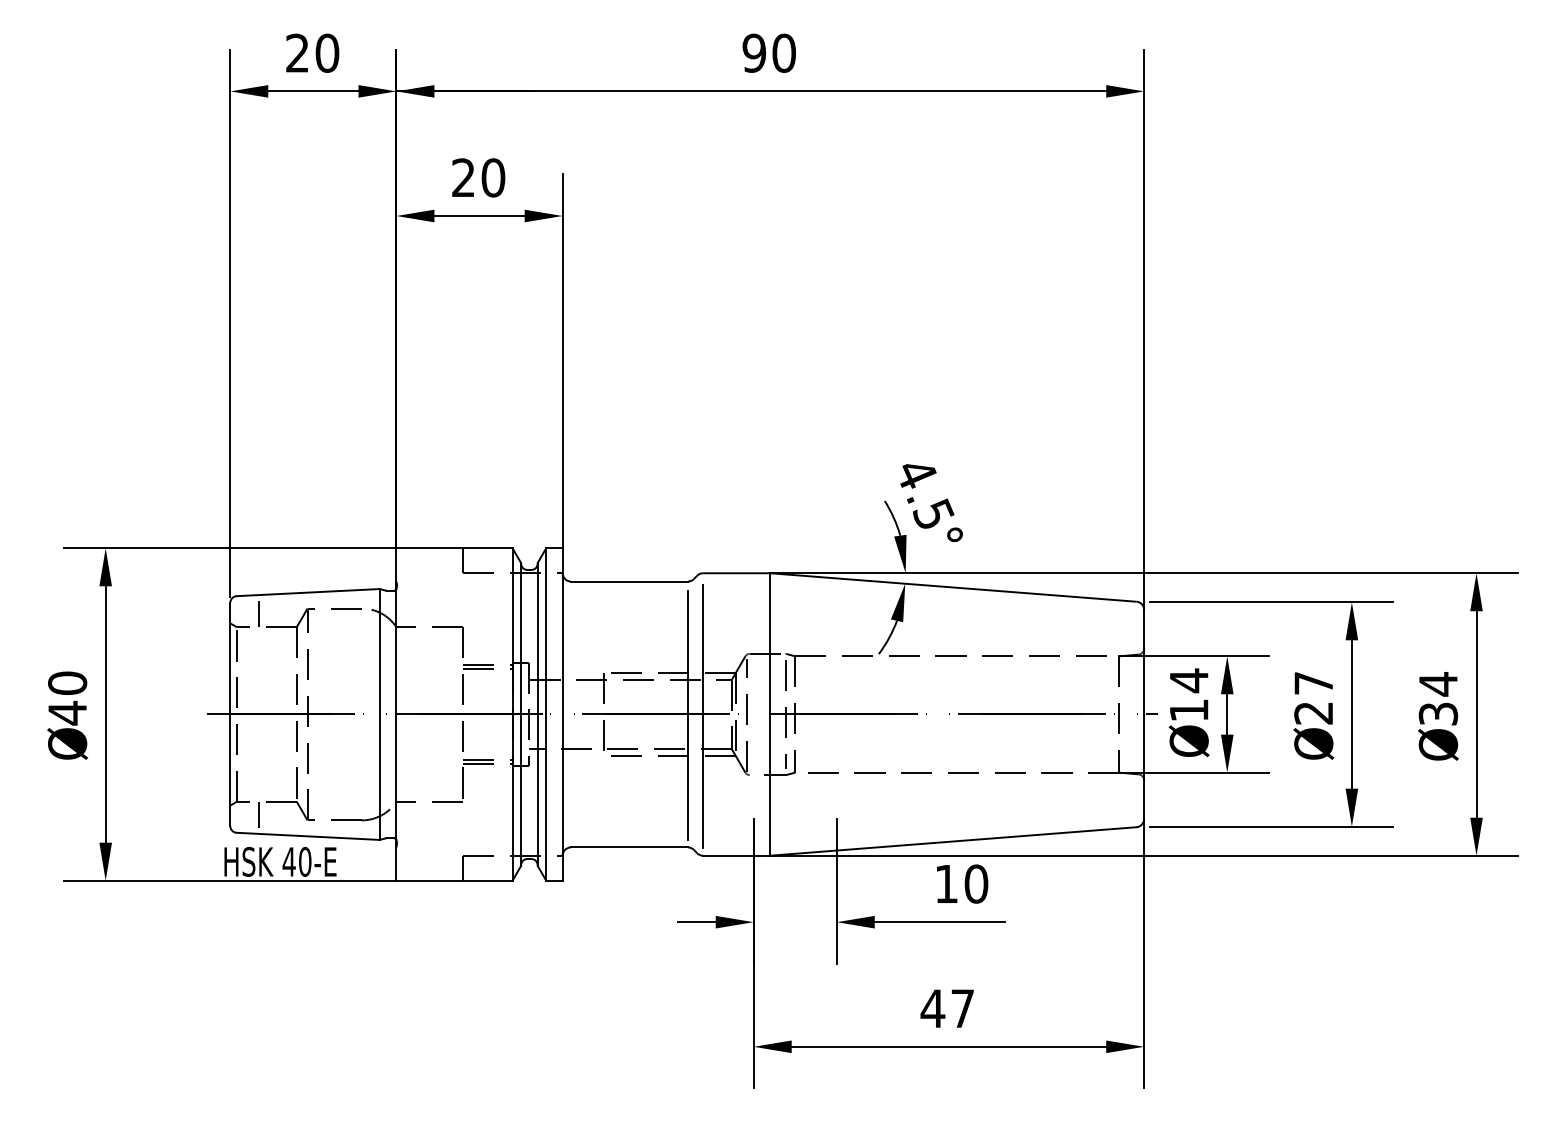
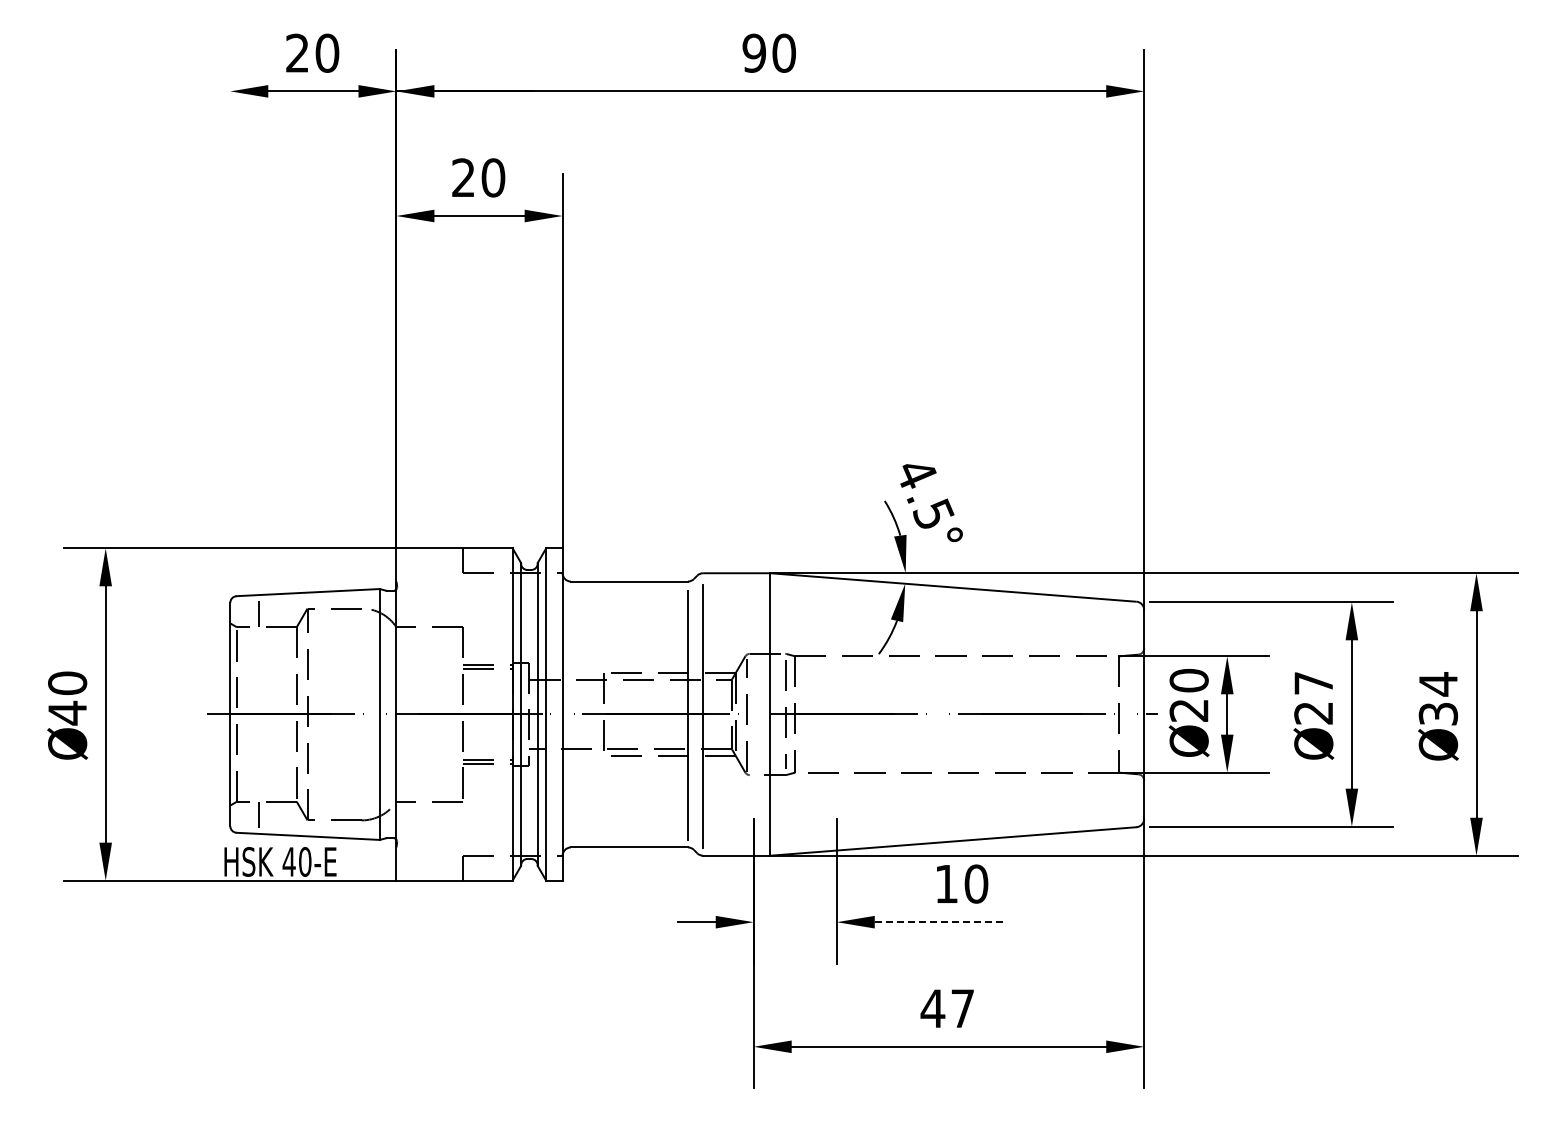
line at (230, 322): present -> none
text at (1188, 694): 14 -> 20
line at (940, 922): solid -> dashed
